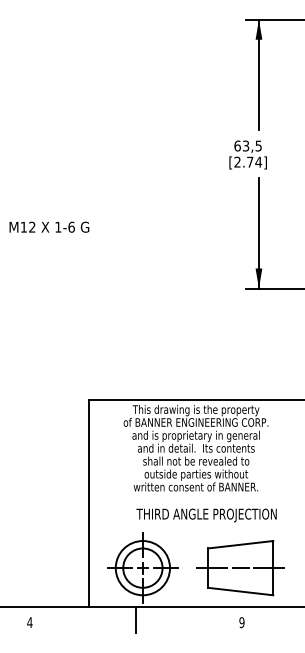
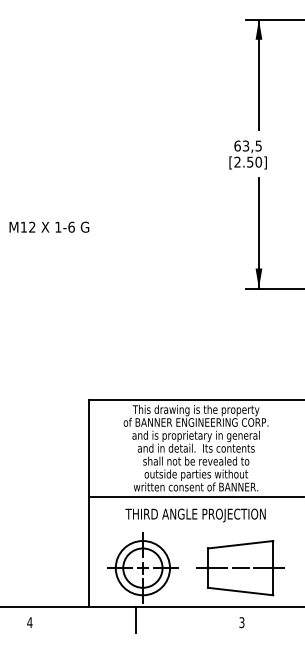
text at (254, 161): [2.74] -> [2.50]
line at (194, 496): none -> present
text at (206, 515) position: (206, 515) -> (195, 515)
text at (241, 622): 9 -> 3
